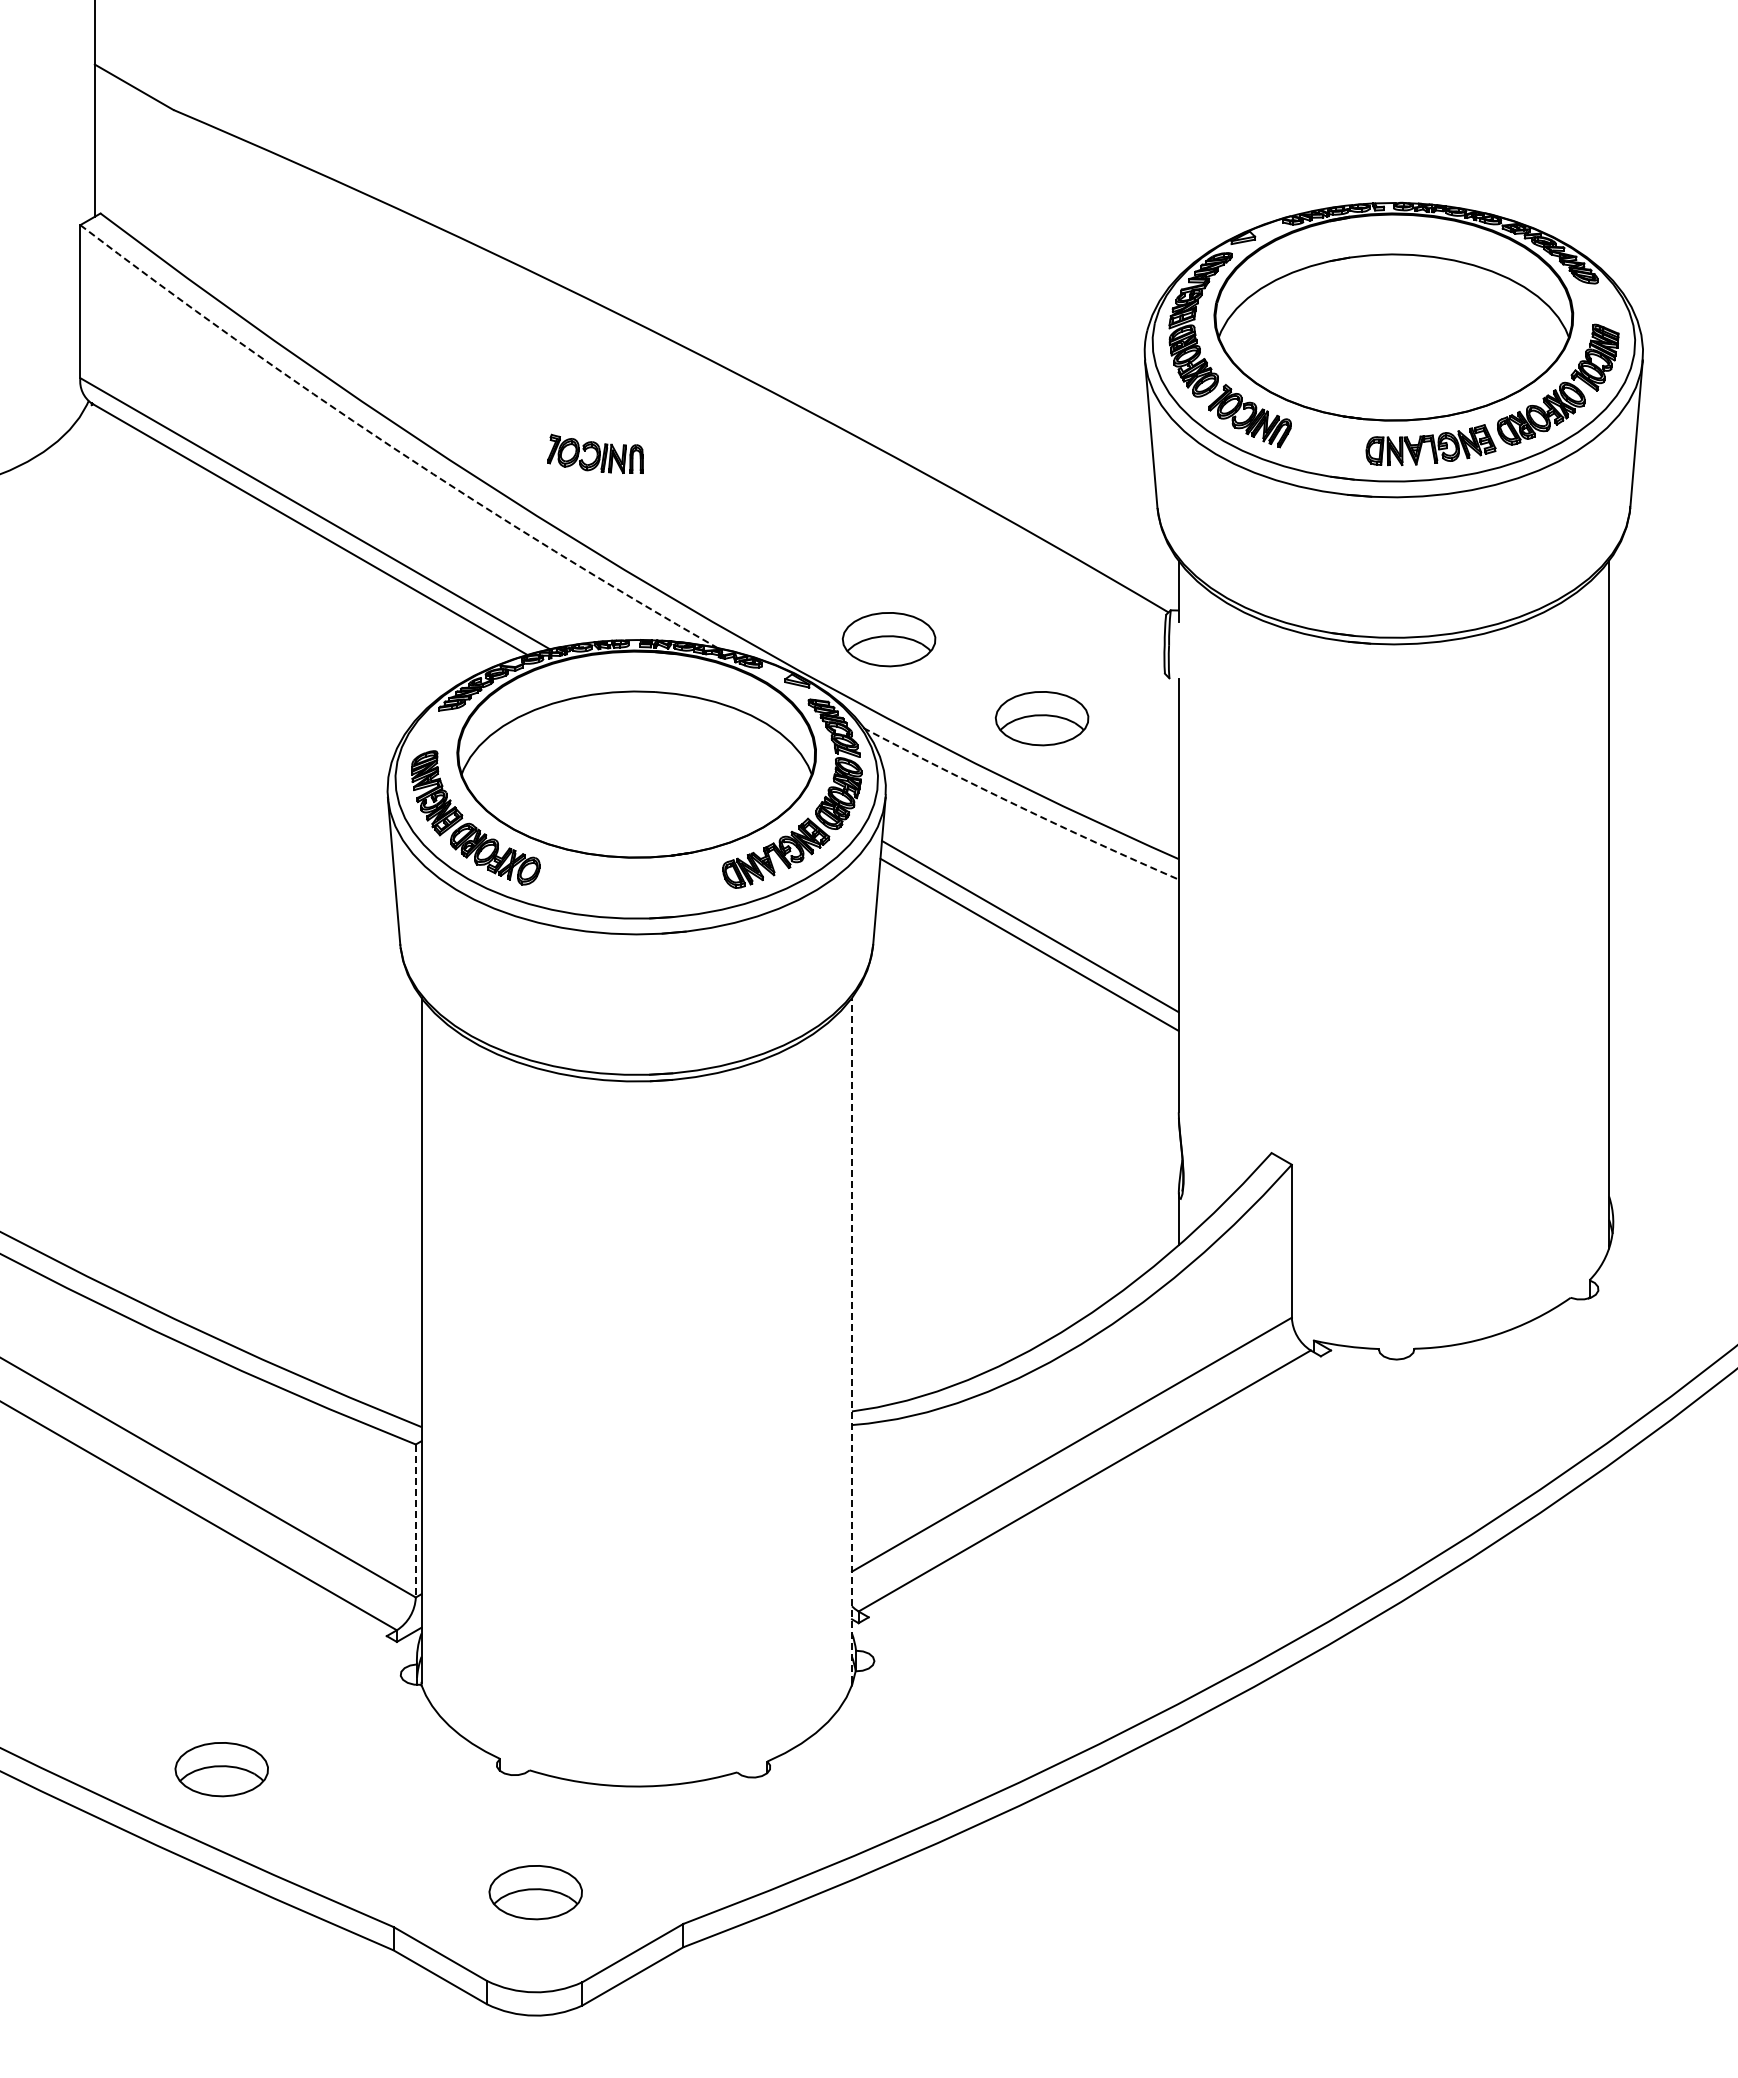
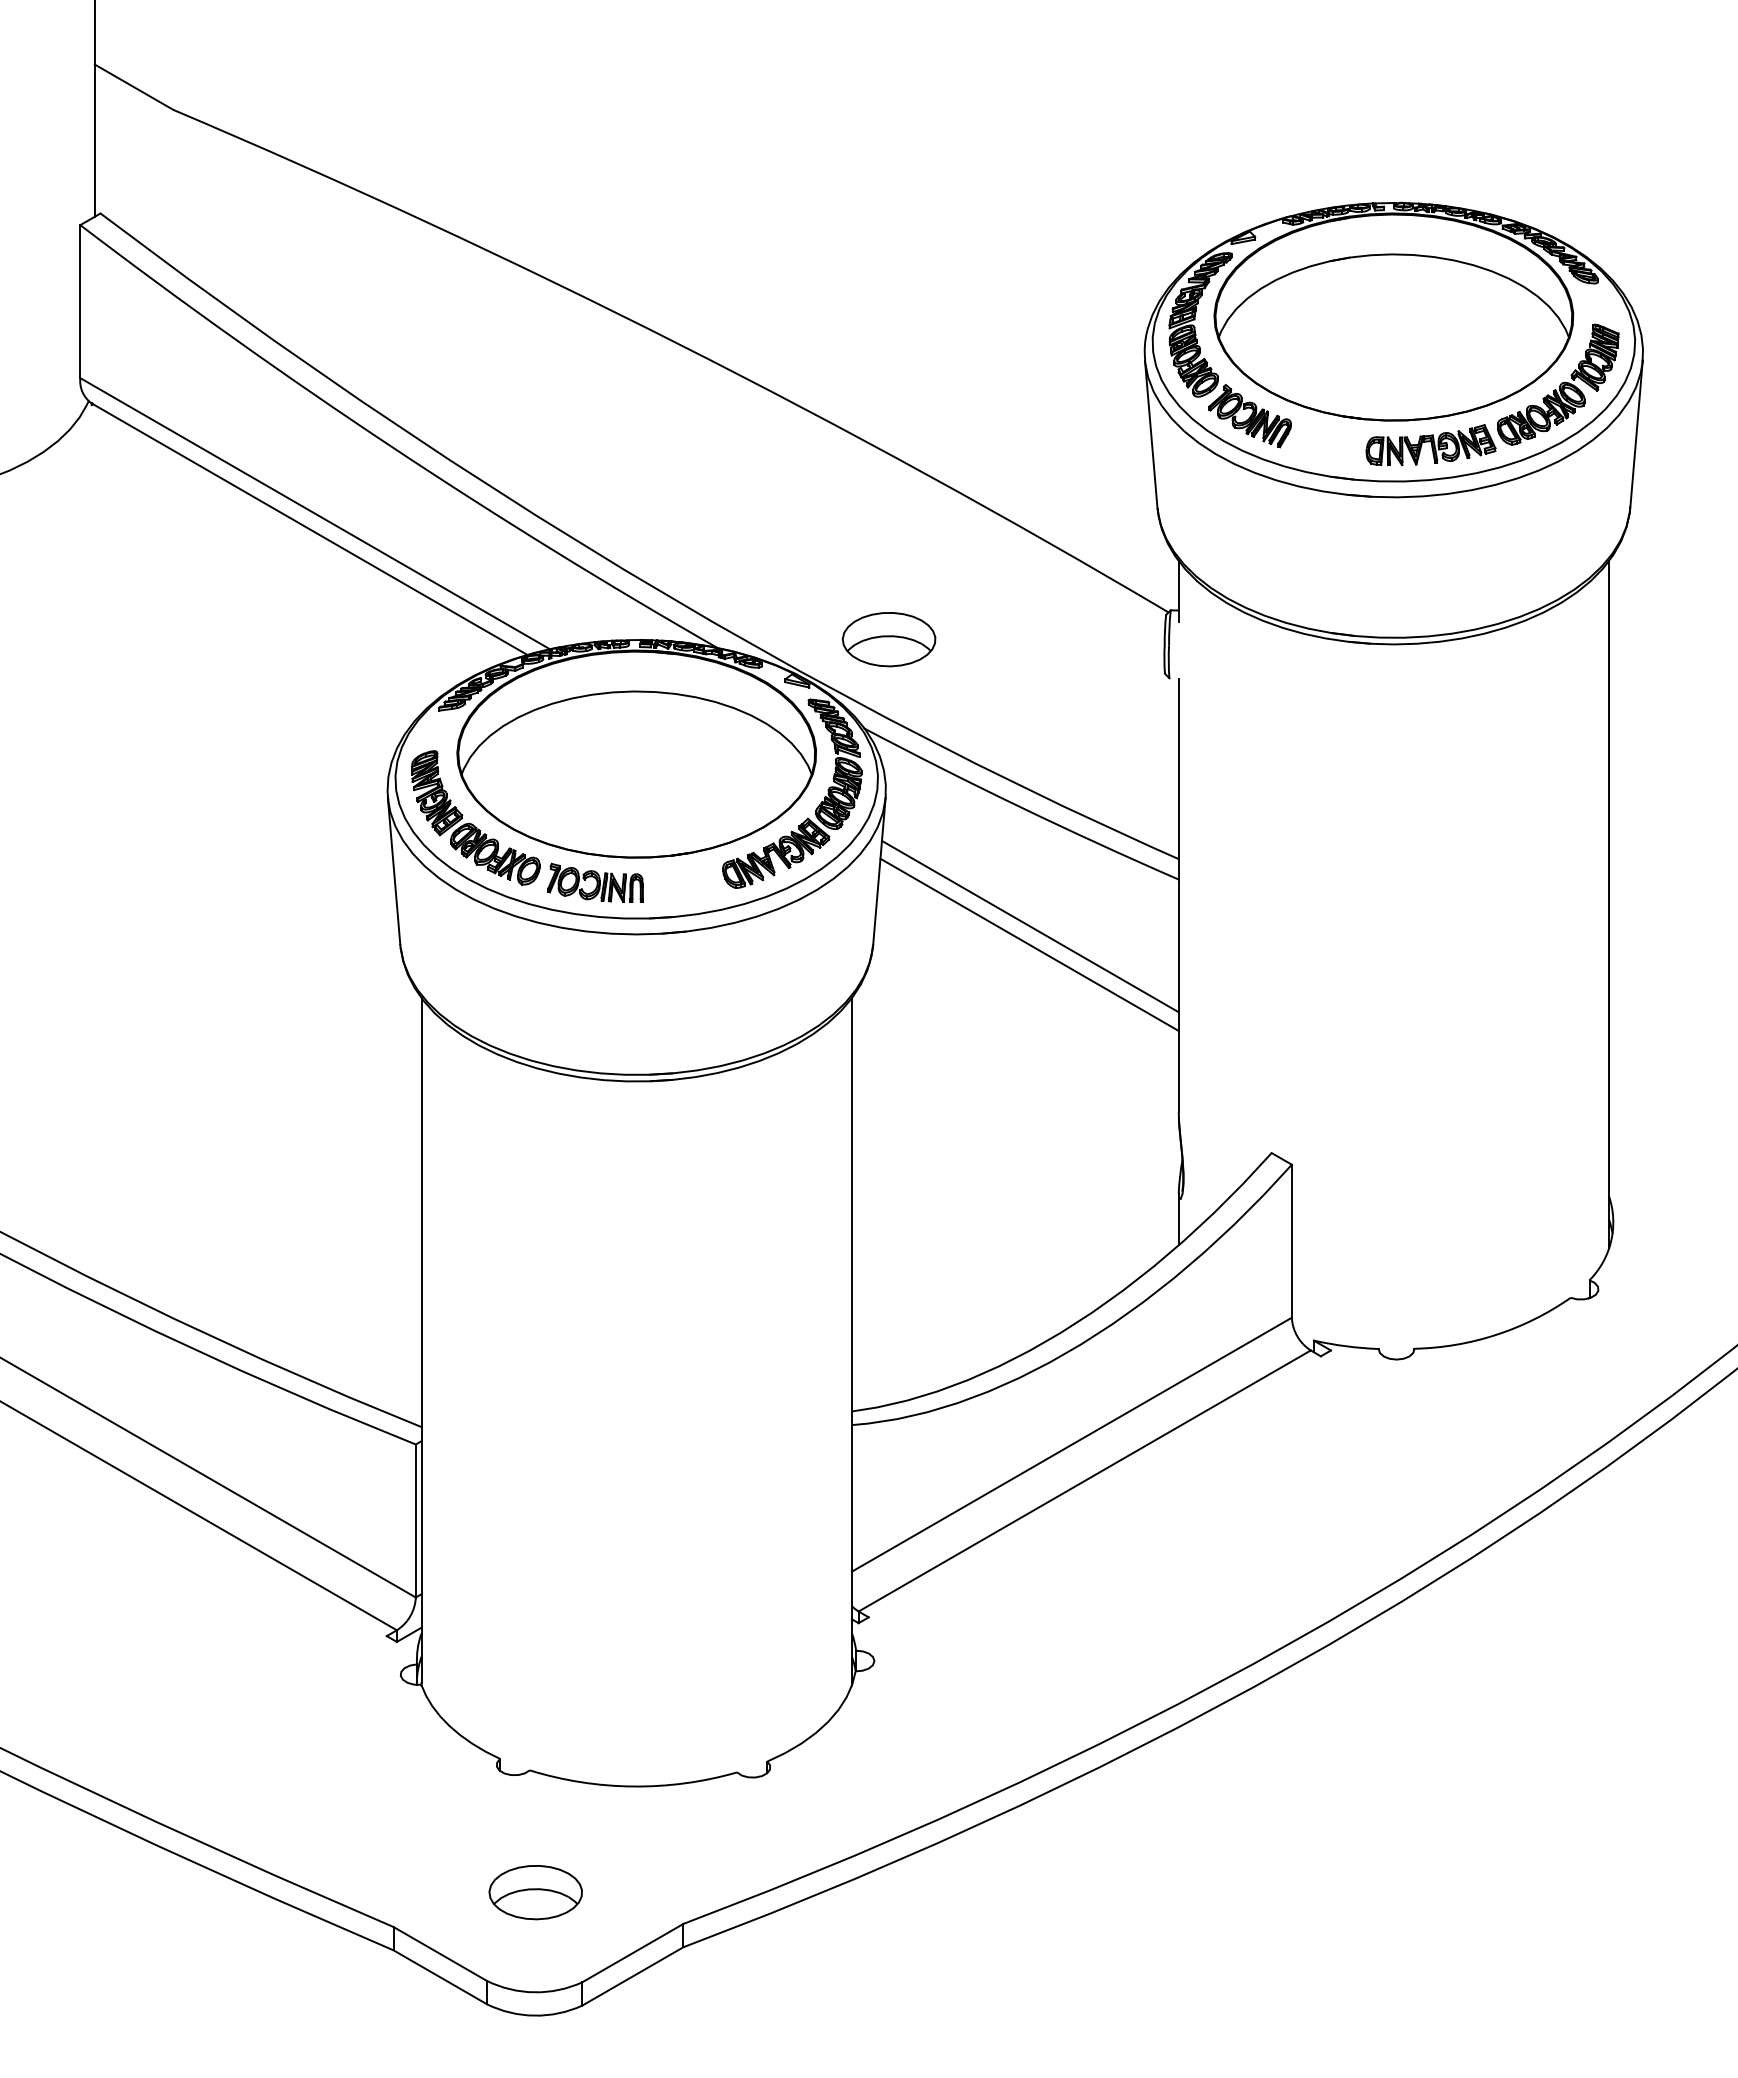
arc at (393, 447): dashed -> solid
part at (595, 453) position: (595, 453) -> (595, 882)
part at (1041, 718): present -> none
arc at (1019, 806): dashed -> solid
line at (851, 1339): dashed -> solid
line at (415, 1521): dashed -> solid
part at (221, 1769): present -> none
